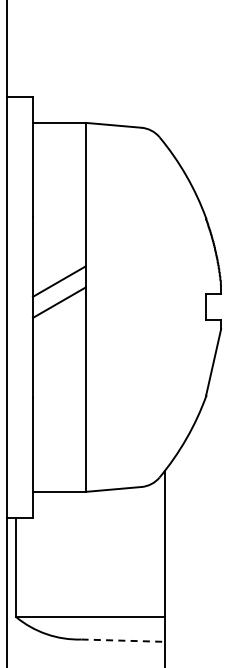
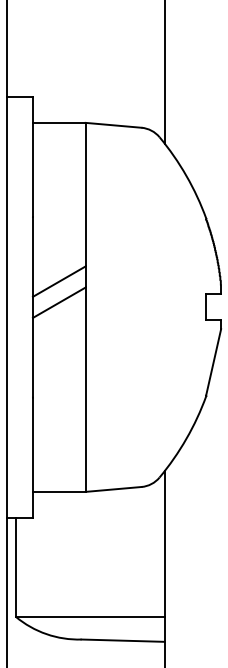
line at (164, 72): none -> present
line at (123, 640): dashed -> solid
